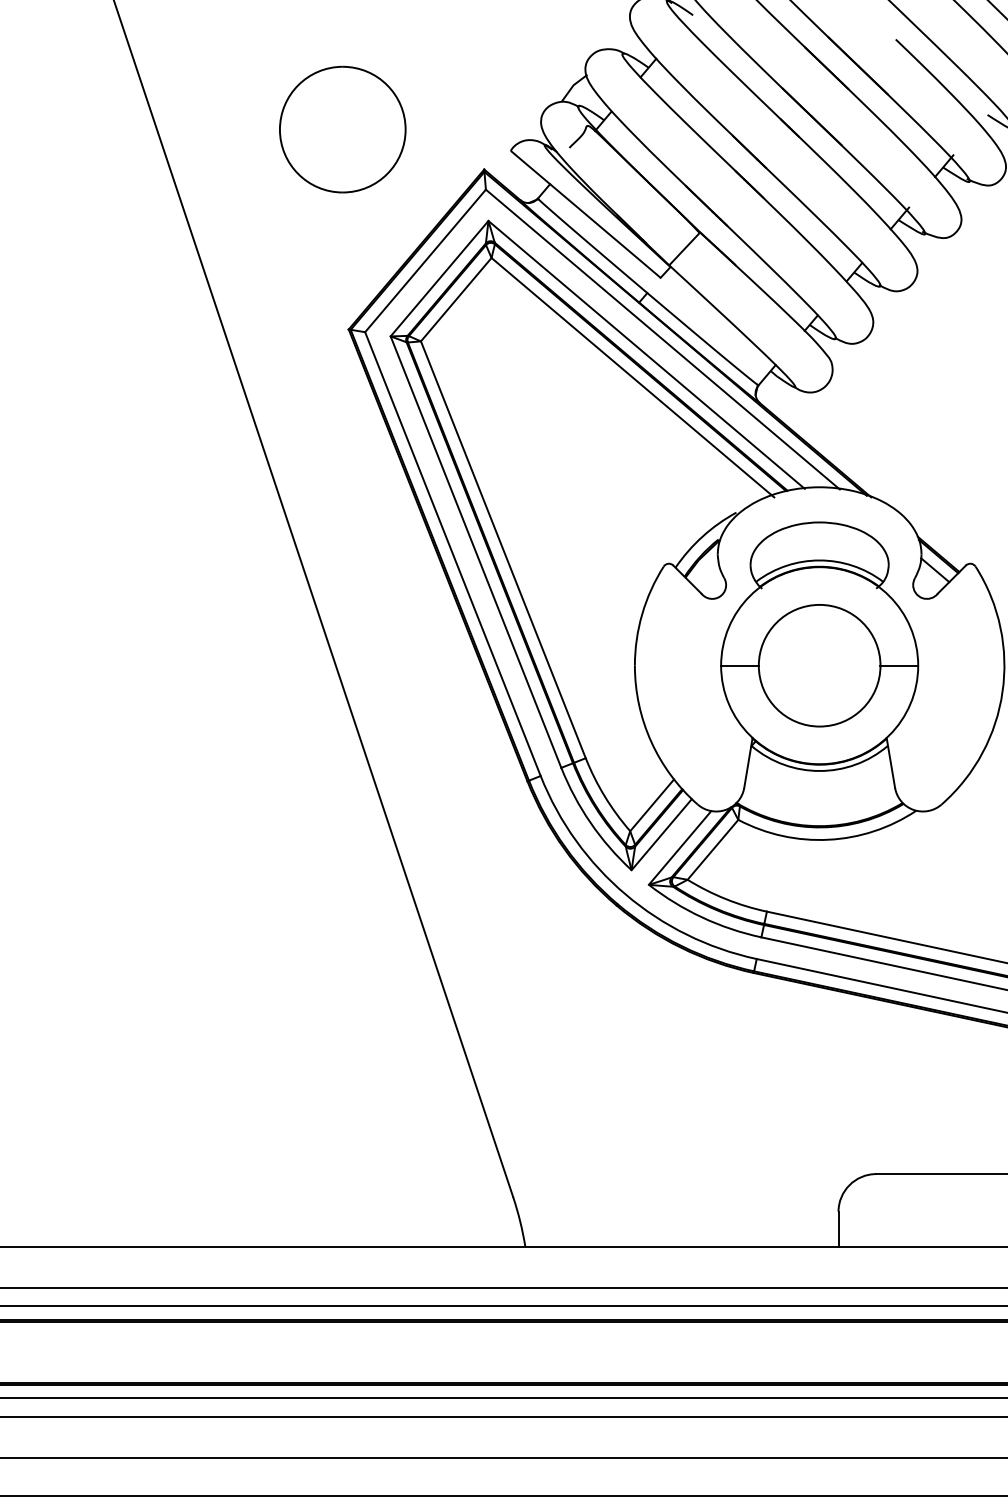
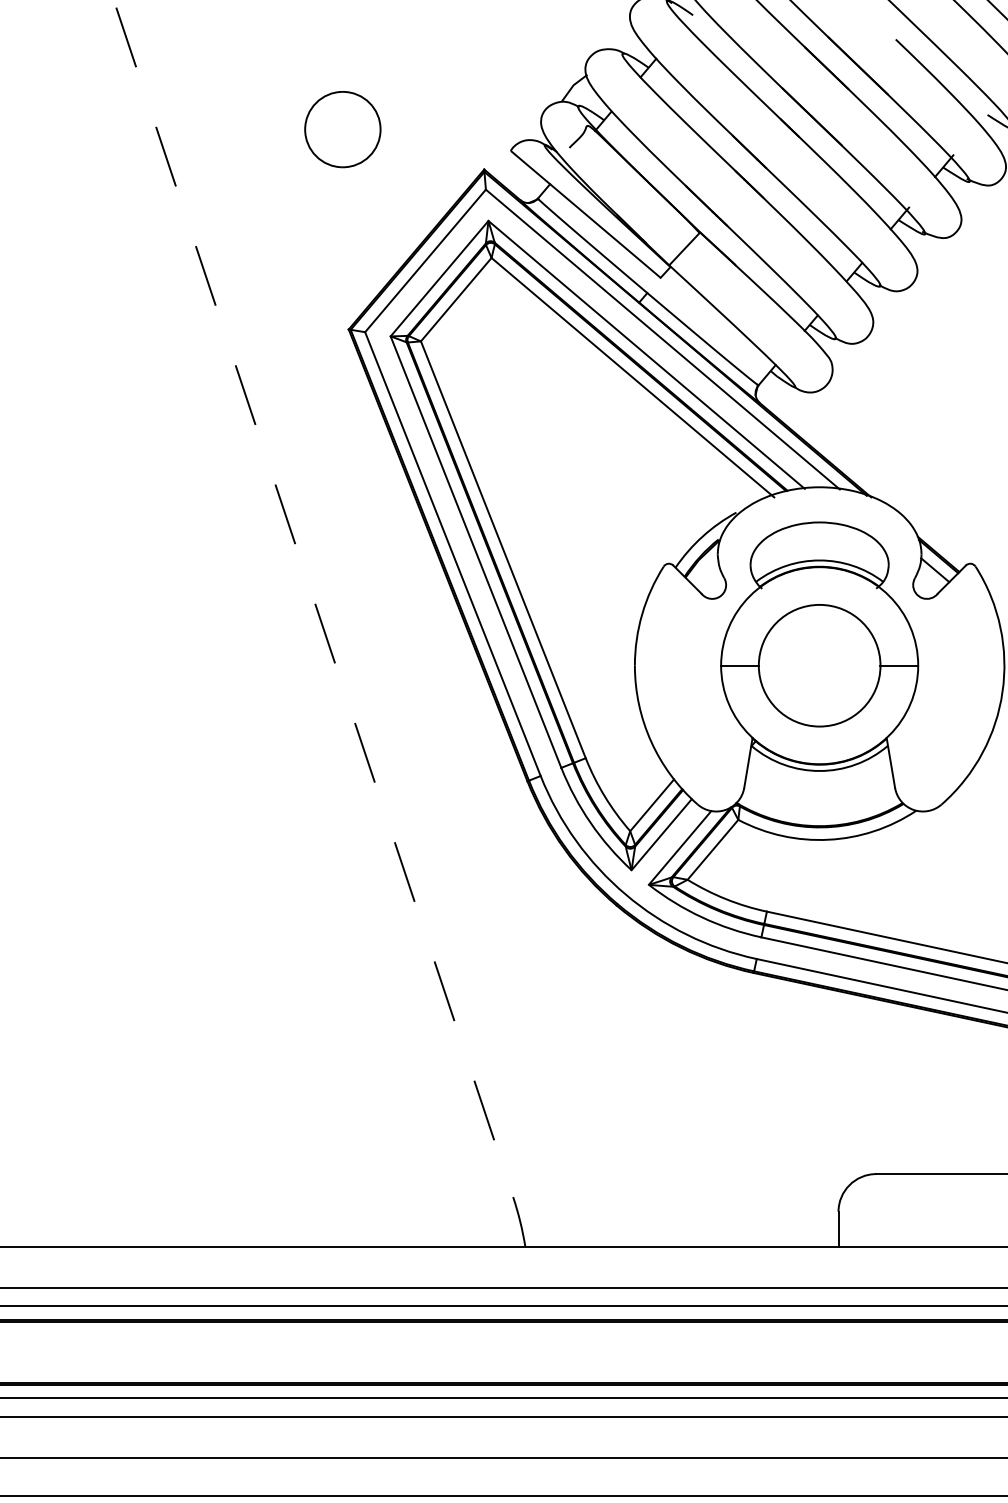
part at (342, 129) size: 128x129 px -> 78x78 px
line at (313, 598): solid -> dashed
